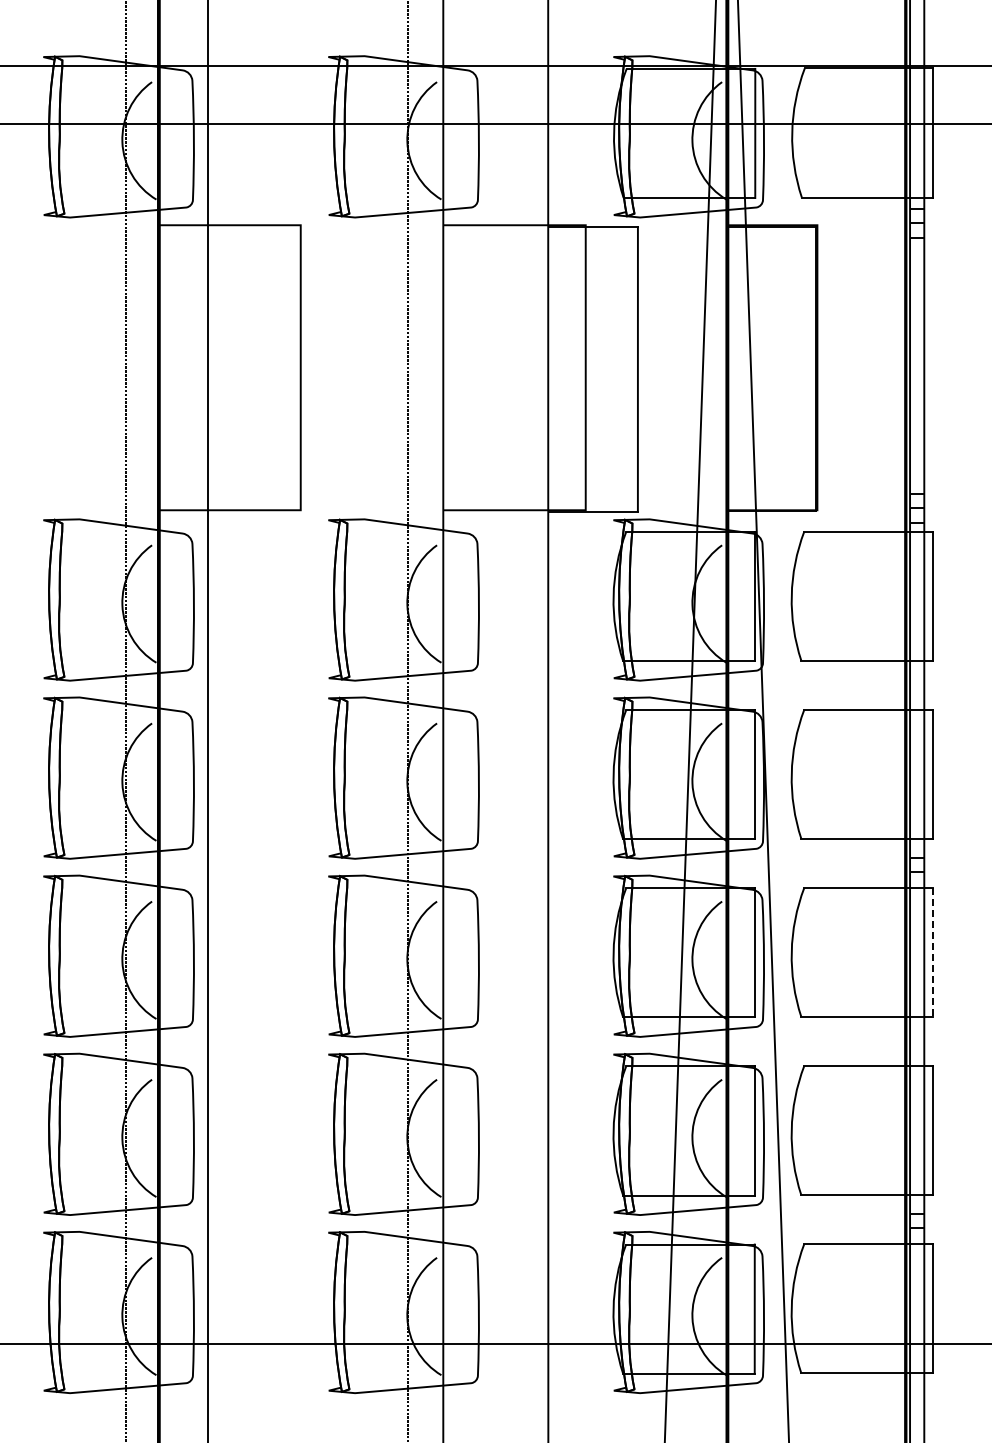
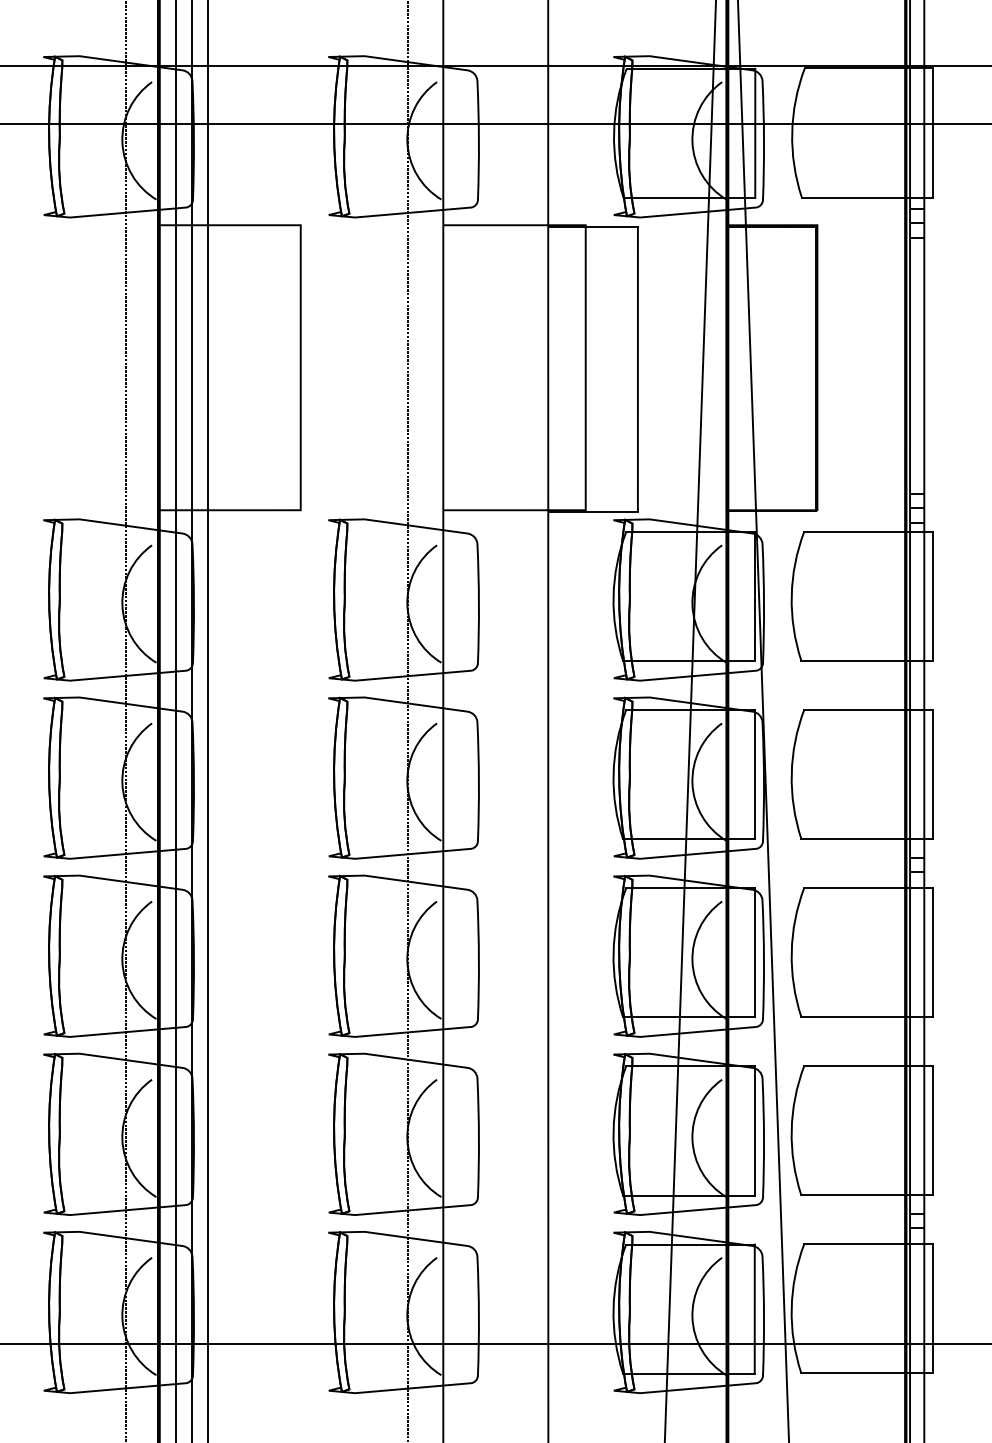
line at (175, 720): none -> present
line at (192, 720): none -> present
line at (932, 952): dashed -> solid
